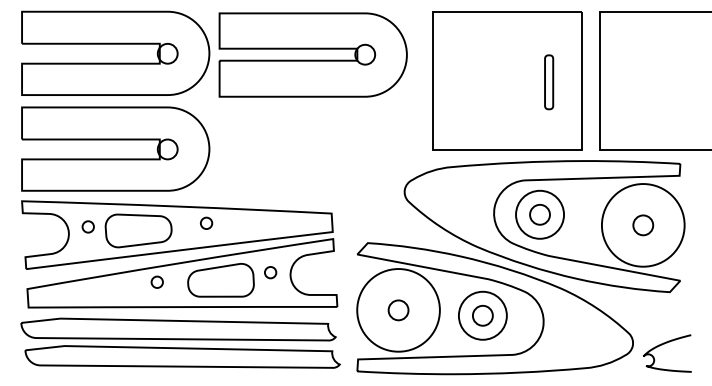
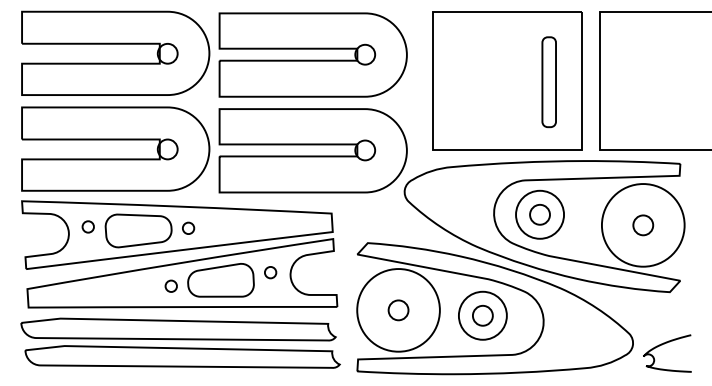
part at (549, 82) size: 11x57 px -> 16x93 px
part at (312, 150): none -> present
circle at (206, 222) position: (206, 222) -> (188, 227)
circle at (156, 281) position: (156, 281) -> (170, 285)
